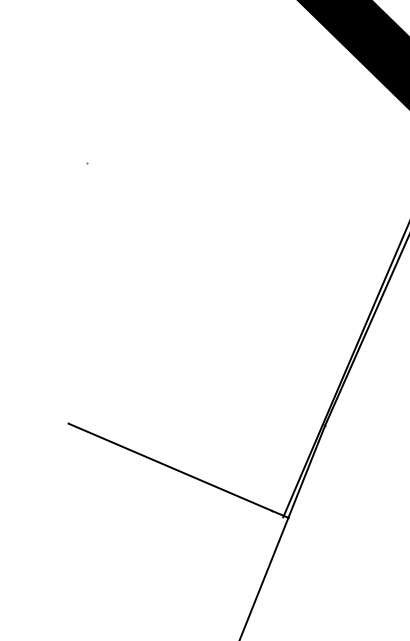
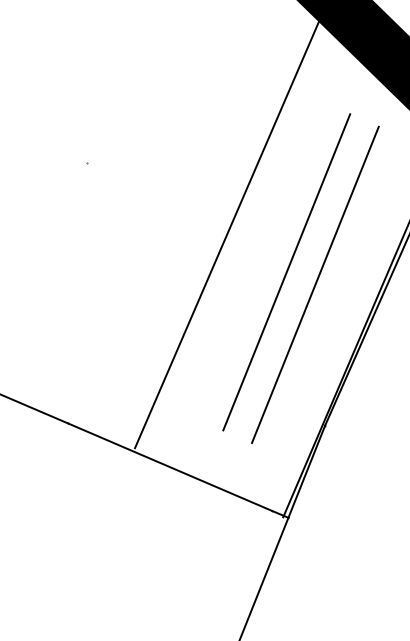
line at (229, 229): none -> present
hatch at (286, 272): none -> present
hatch at (315, 284): none -> present
line at (35, 409): none -> present
